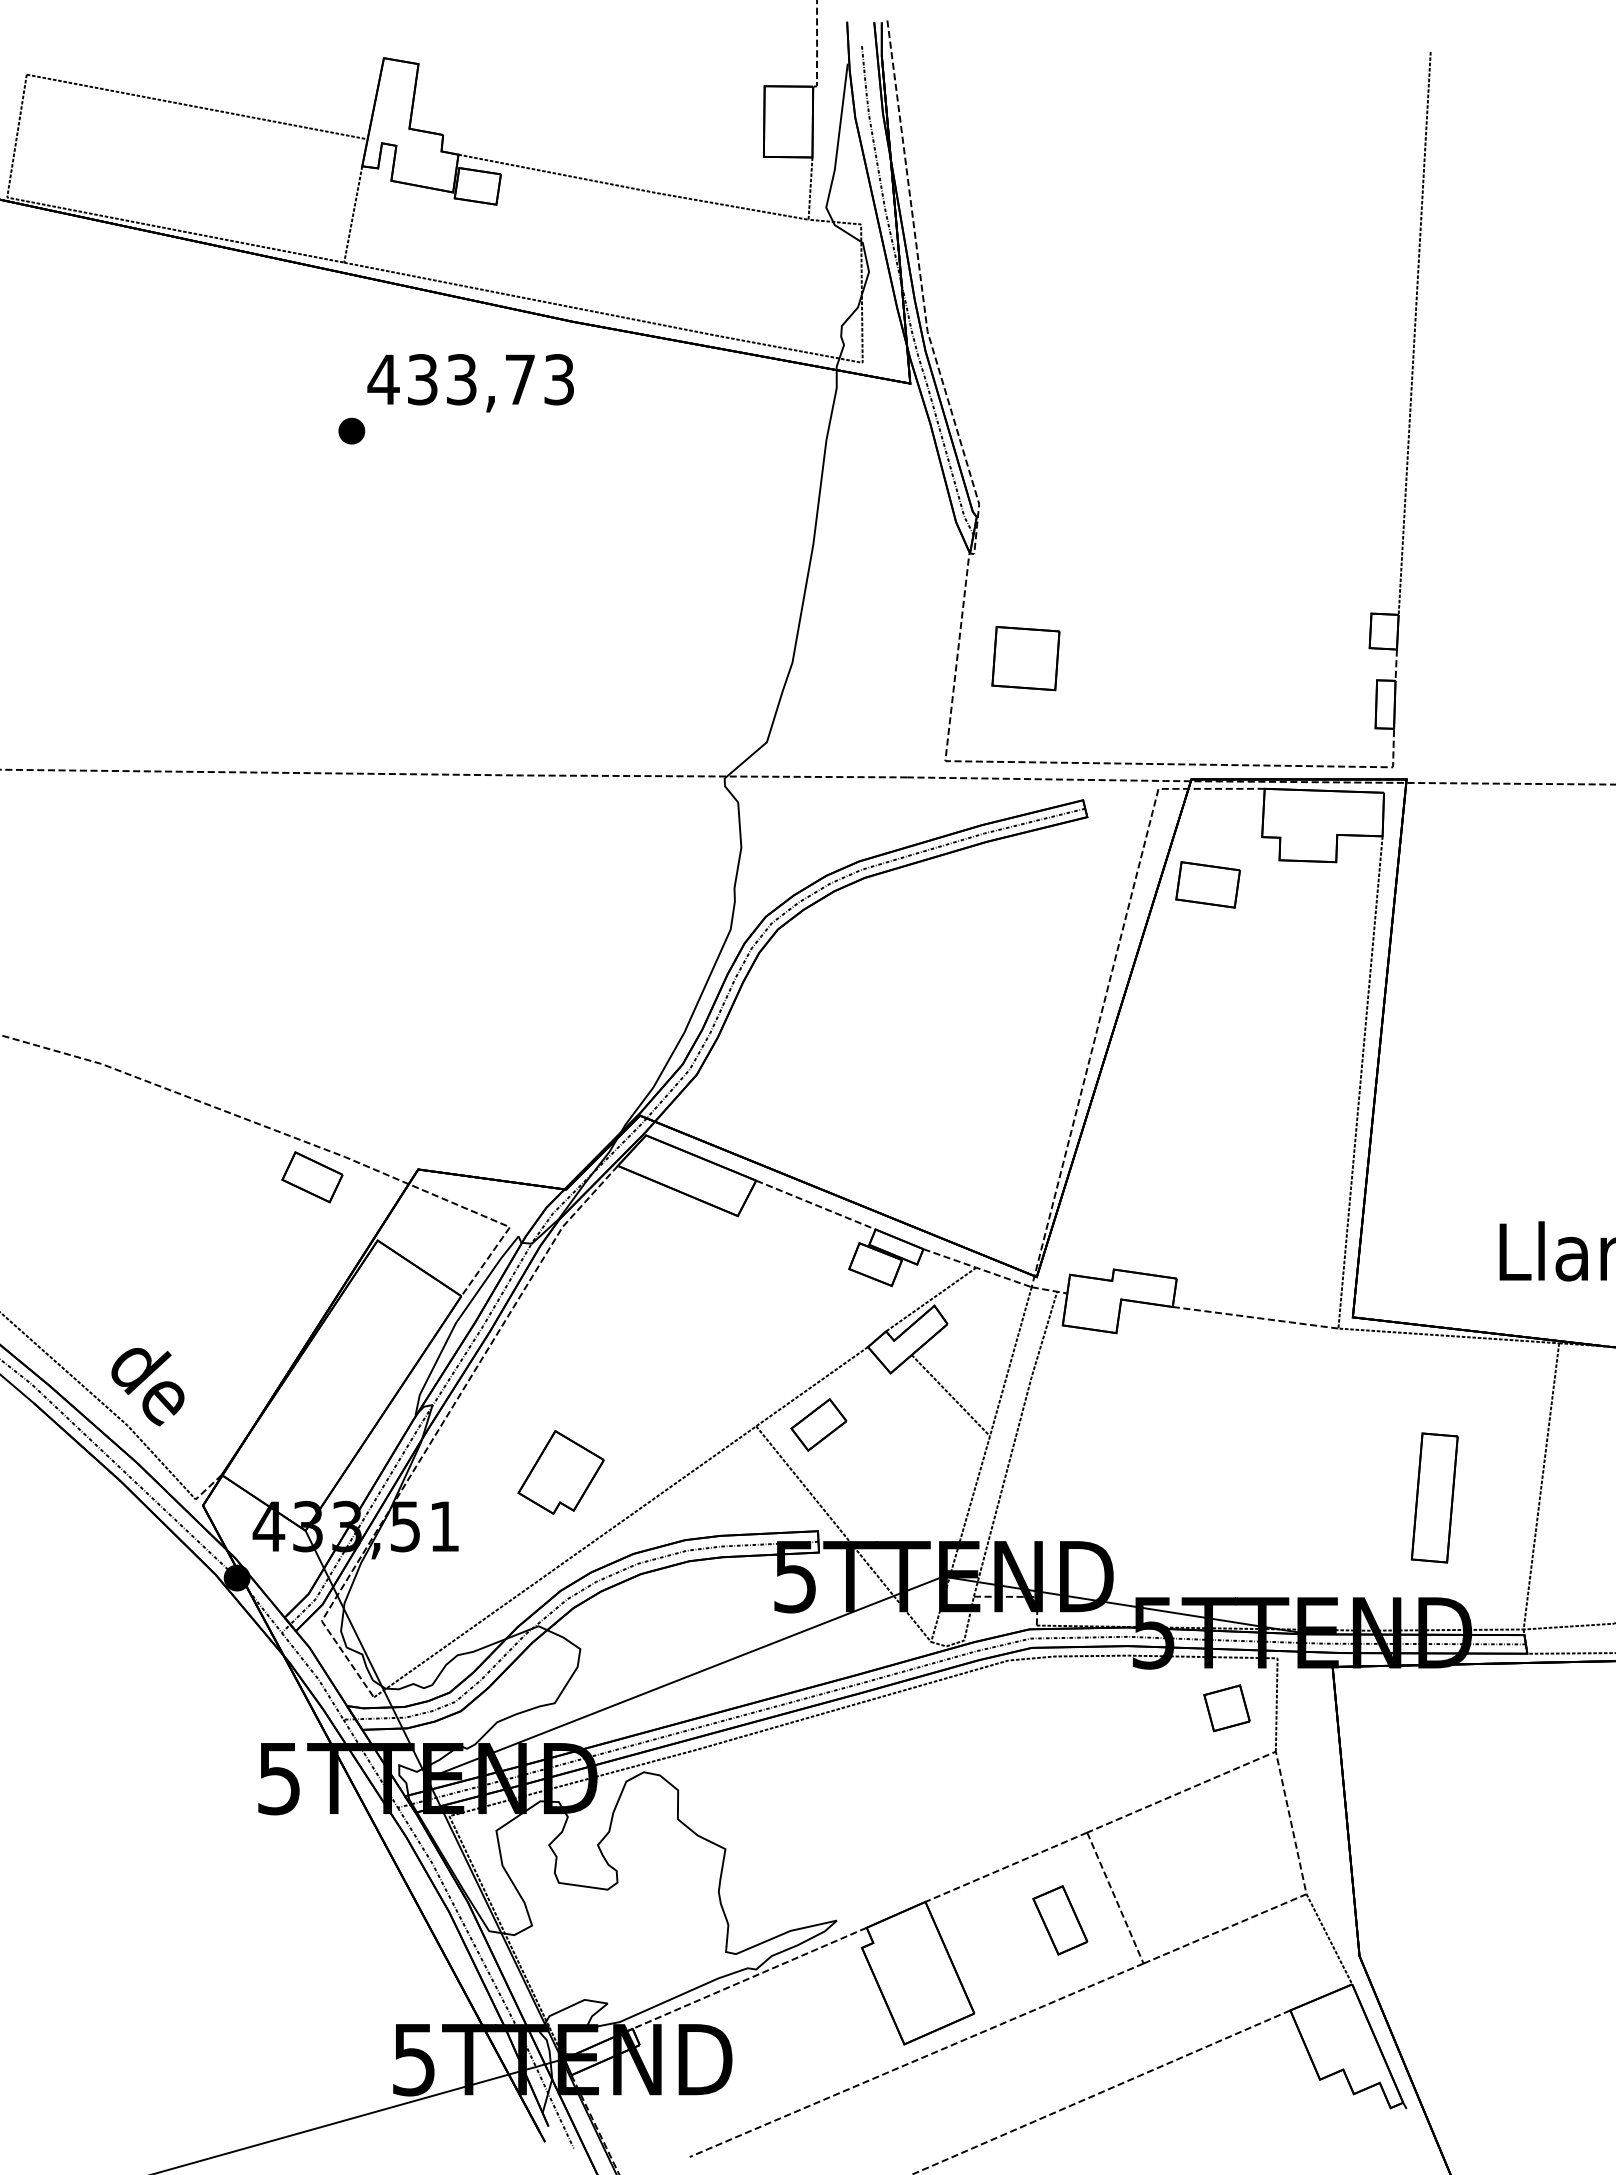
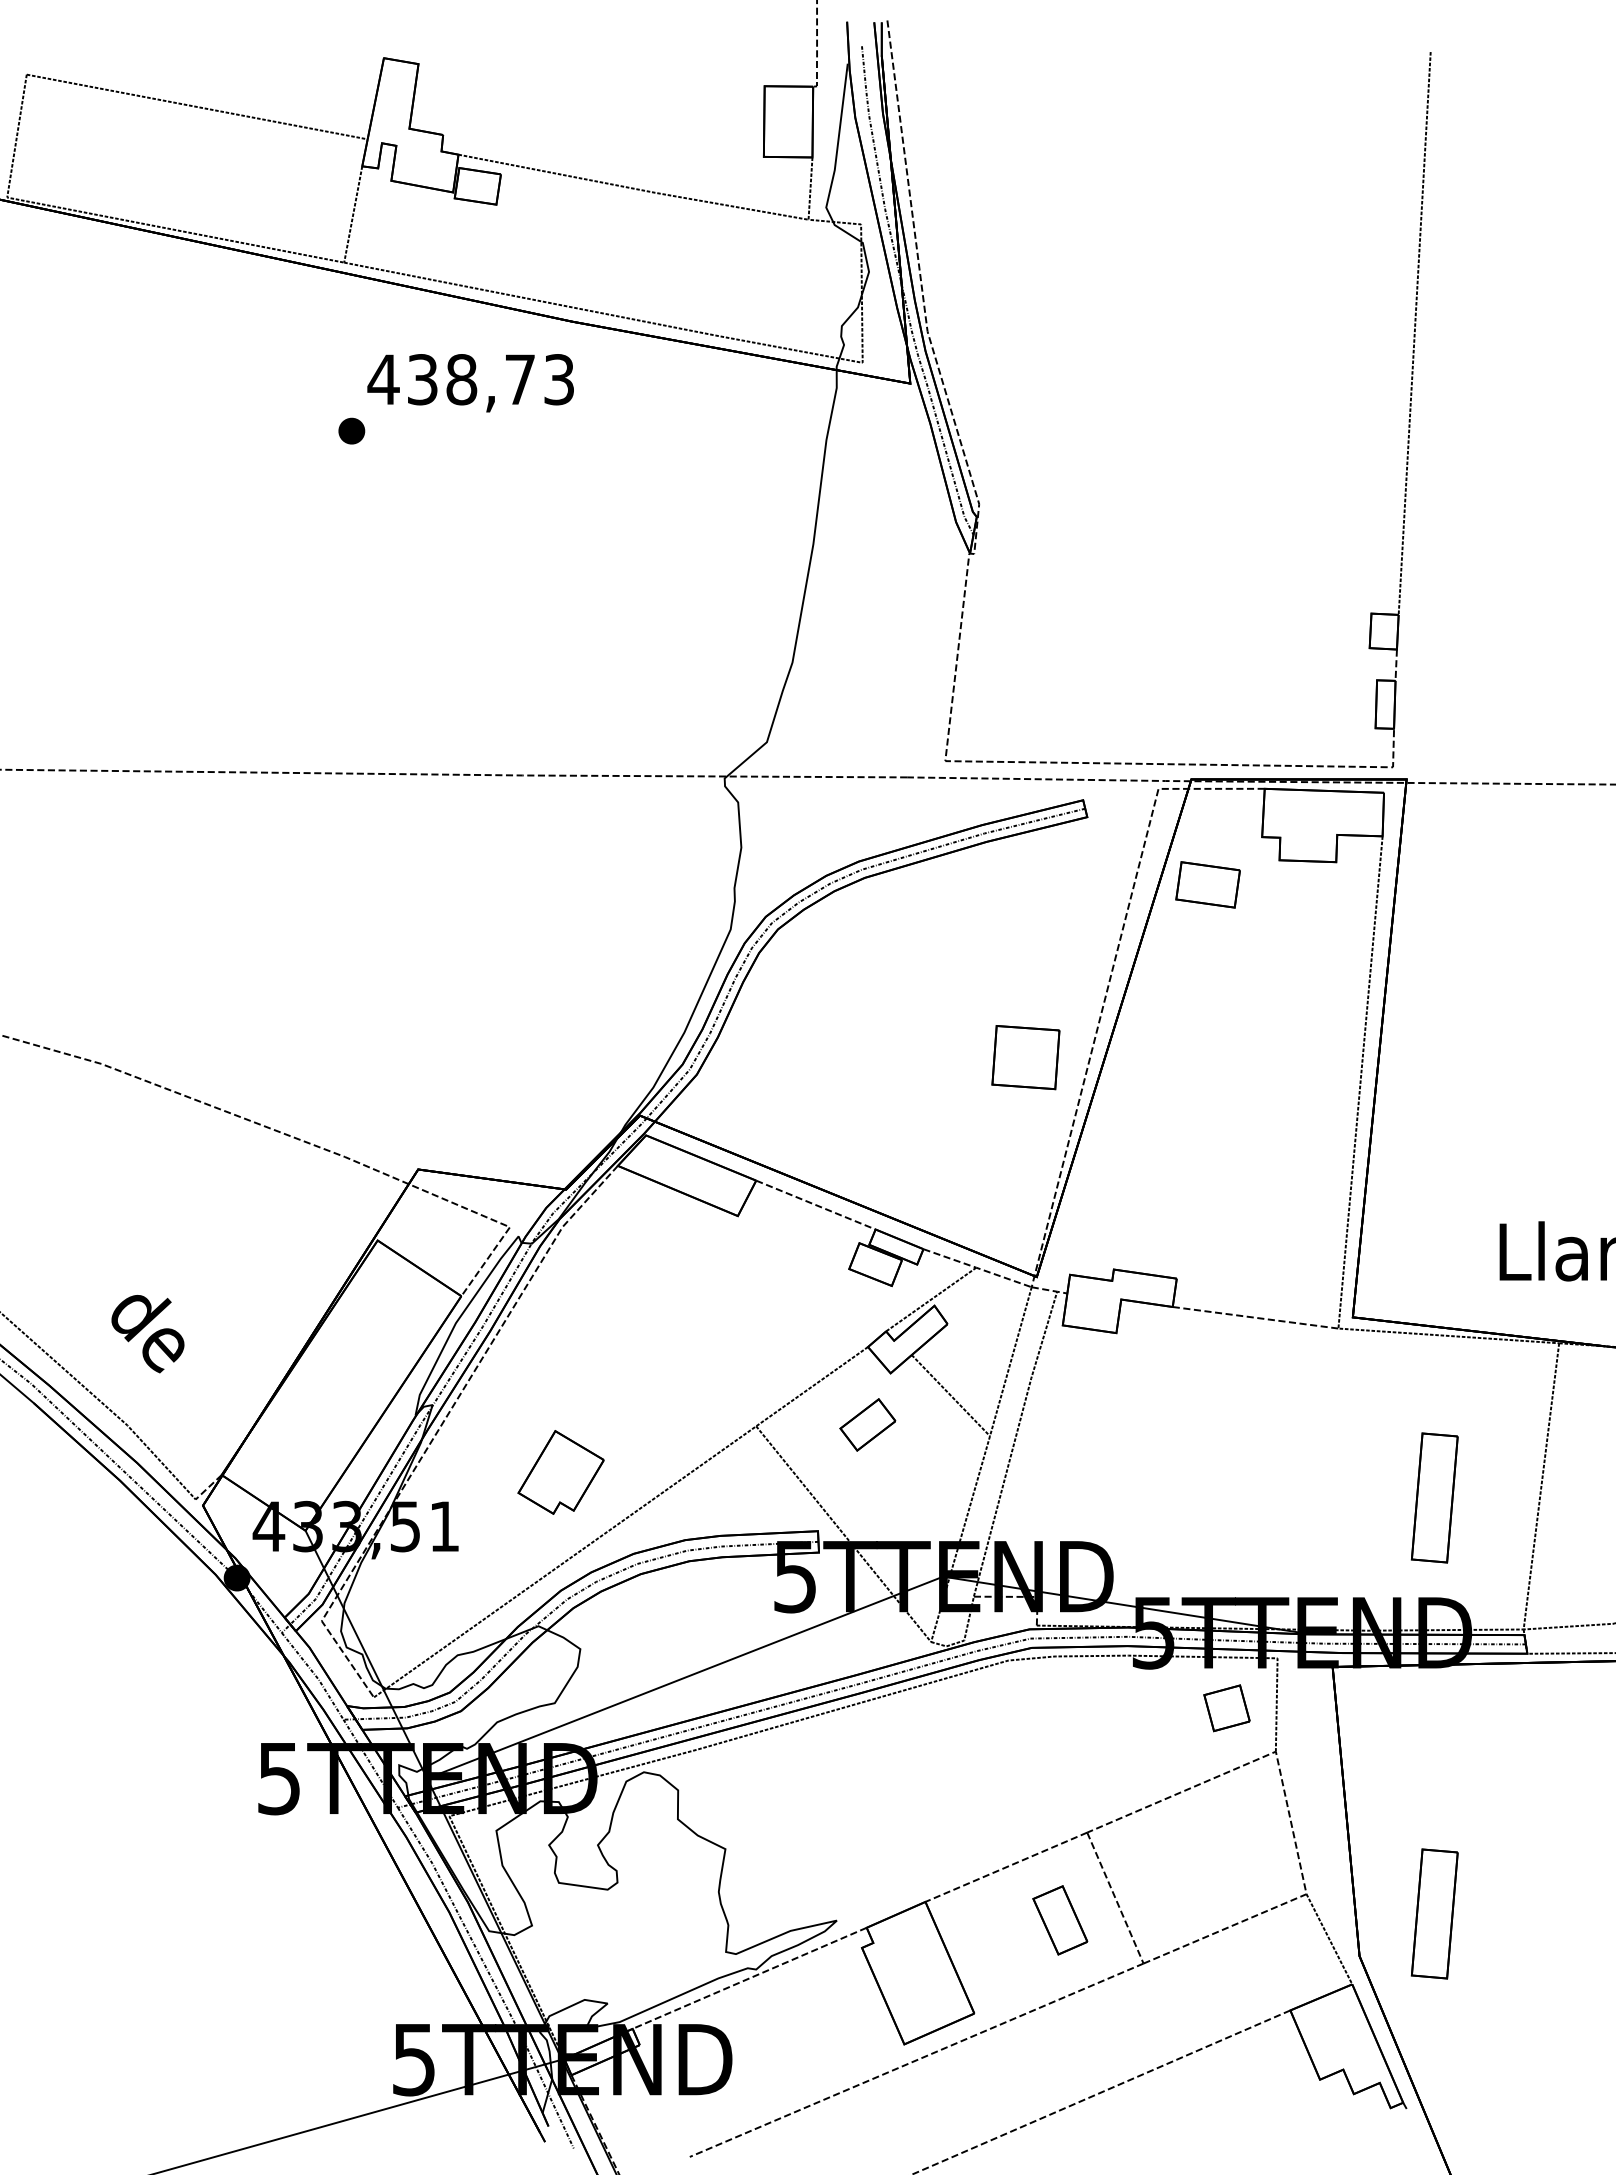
text at (461, 379): 433,73 -> 438,73
part at (1025, 658) position: (1025, 658) -> (1025, 1057)
part at (312, 1177): present -> none
text at (147, 1387) position: (147, 1387) -> (147, 1334)
part at (818, 1424) position: (818, 1424) -> (867, 1424)
part at (1434, 1913): none -> present
